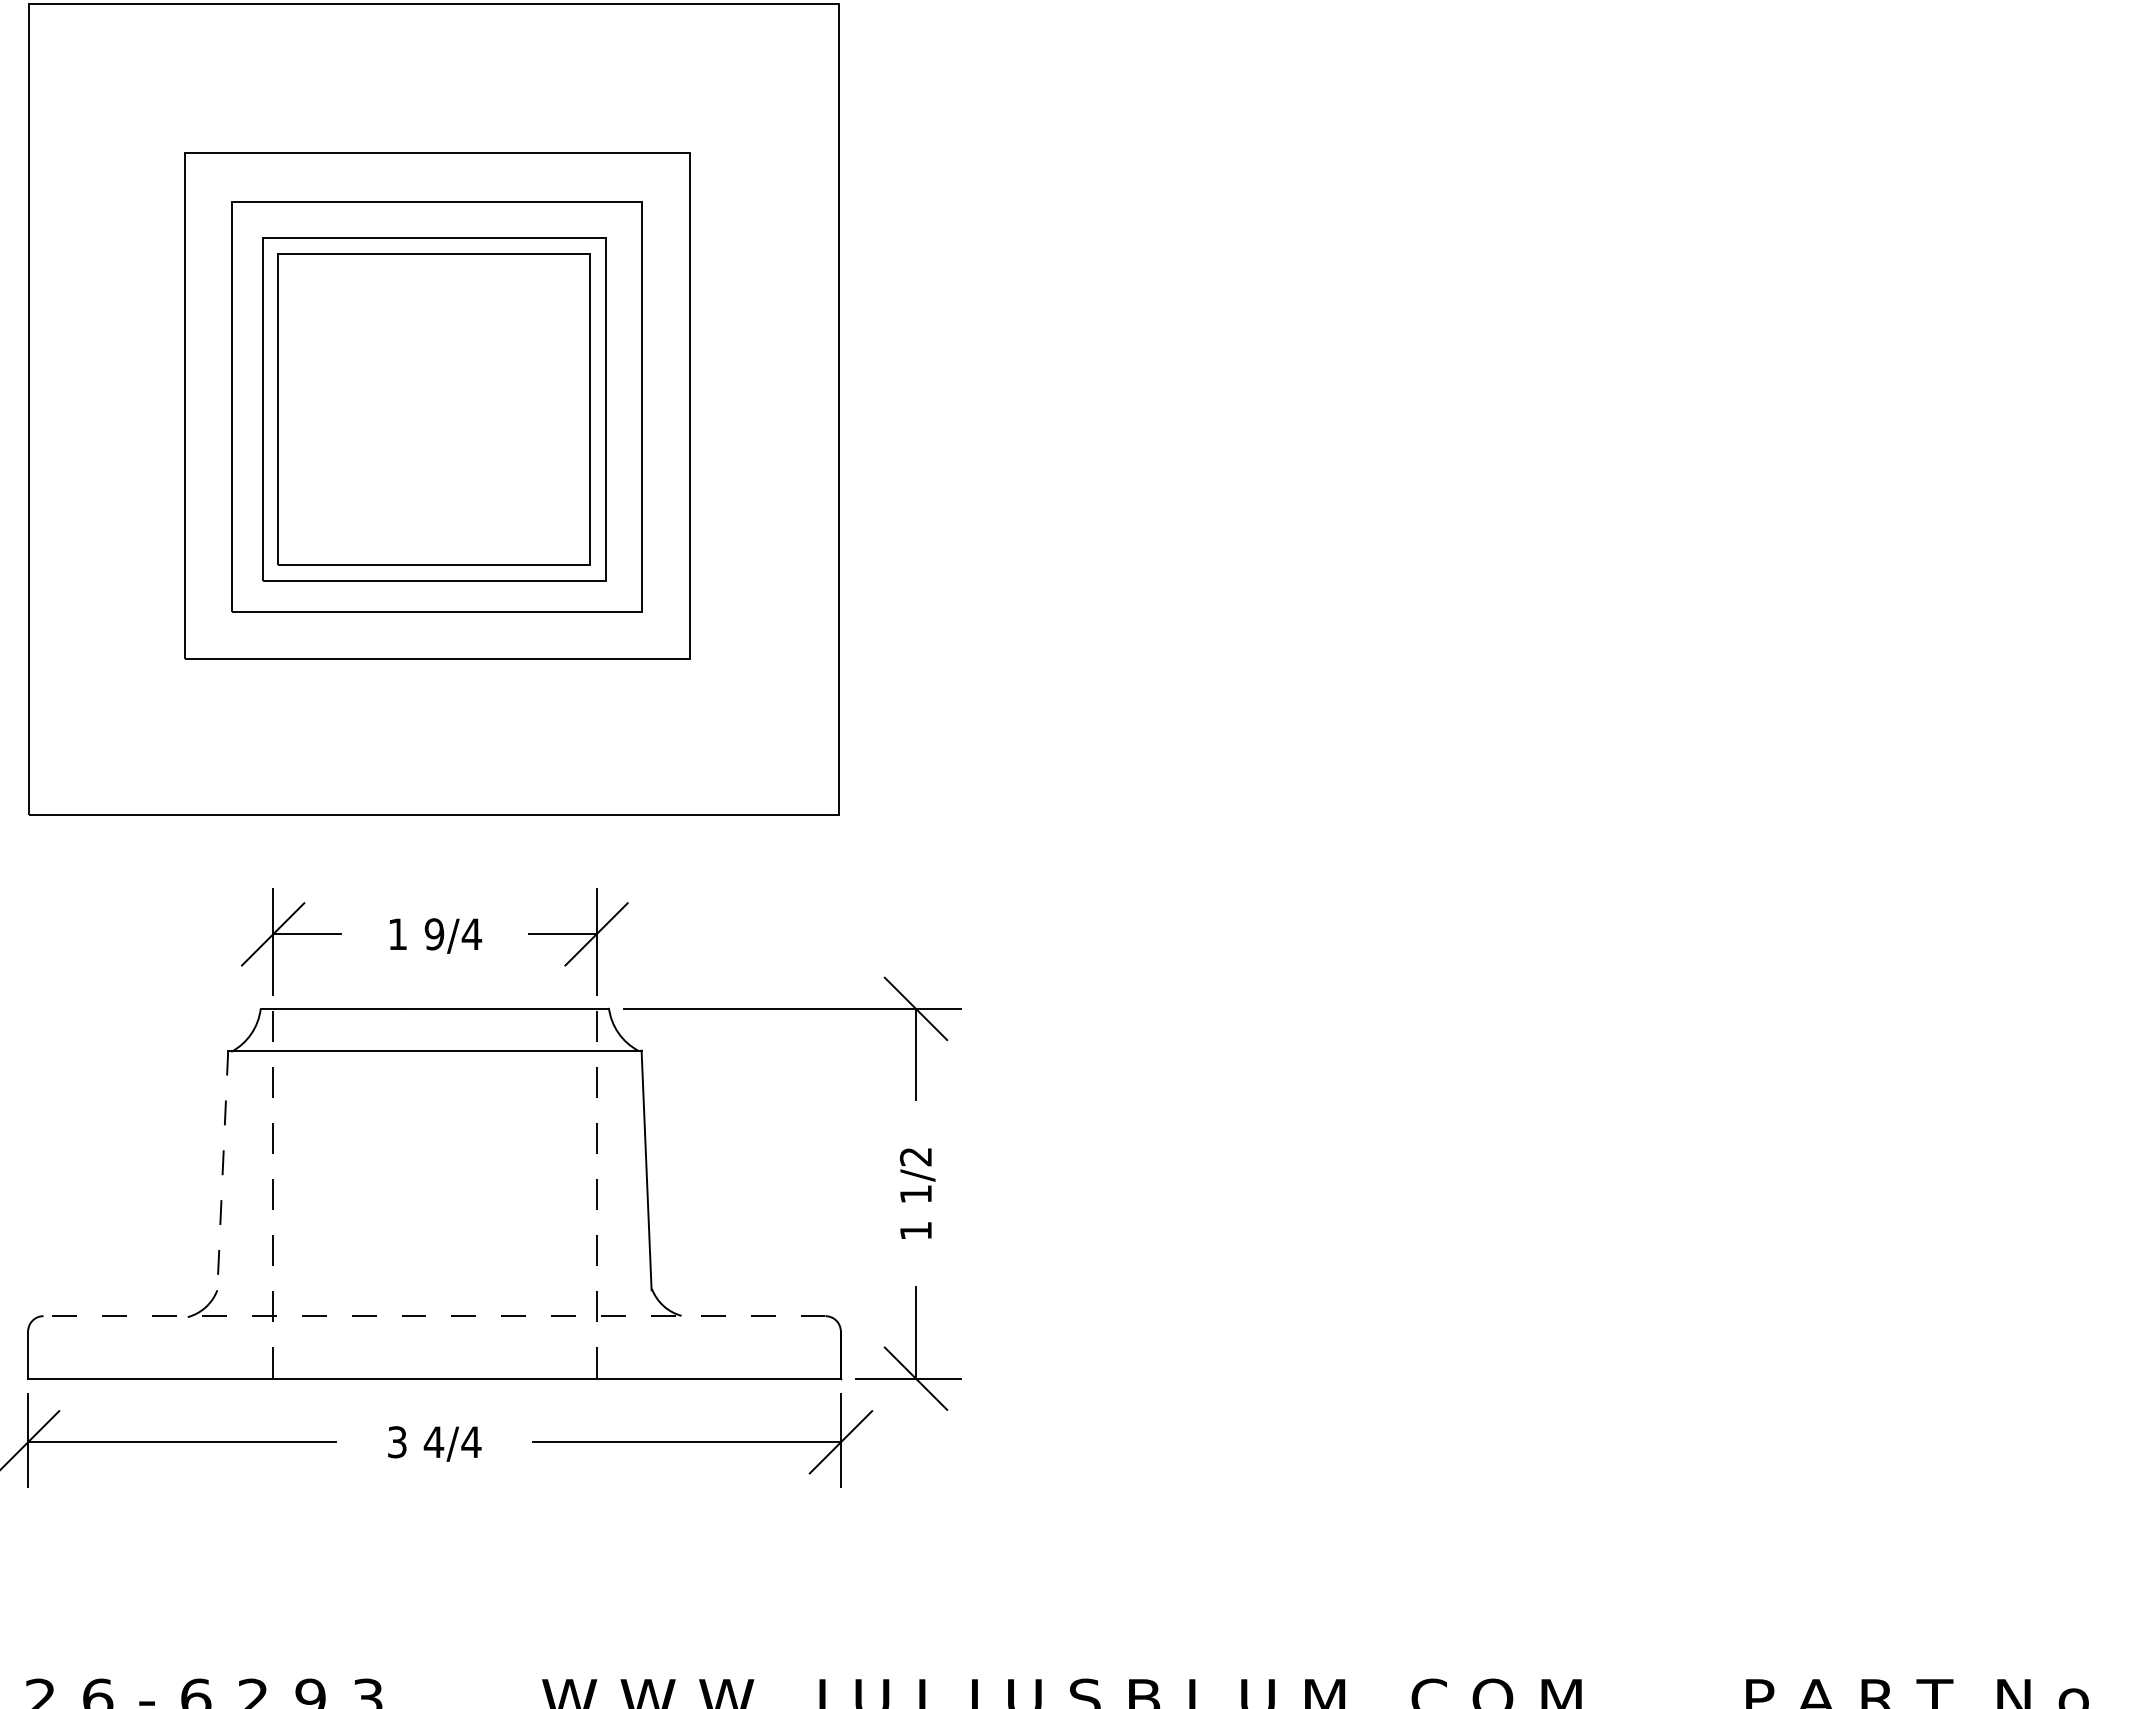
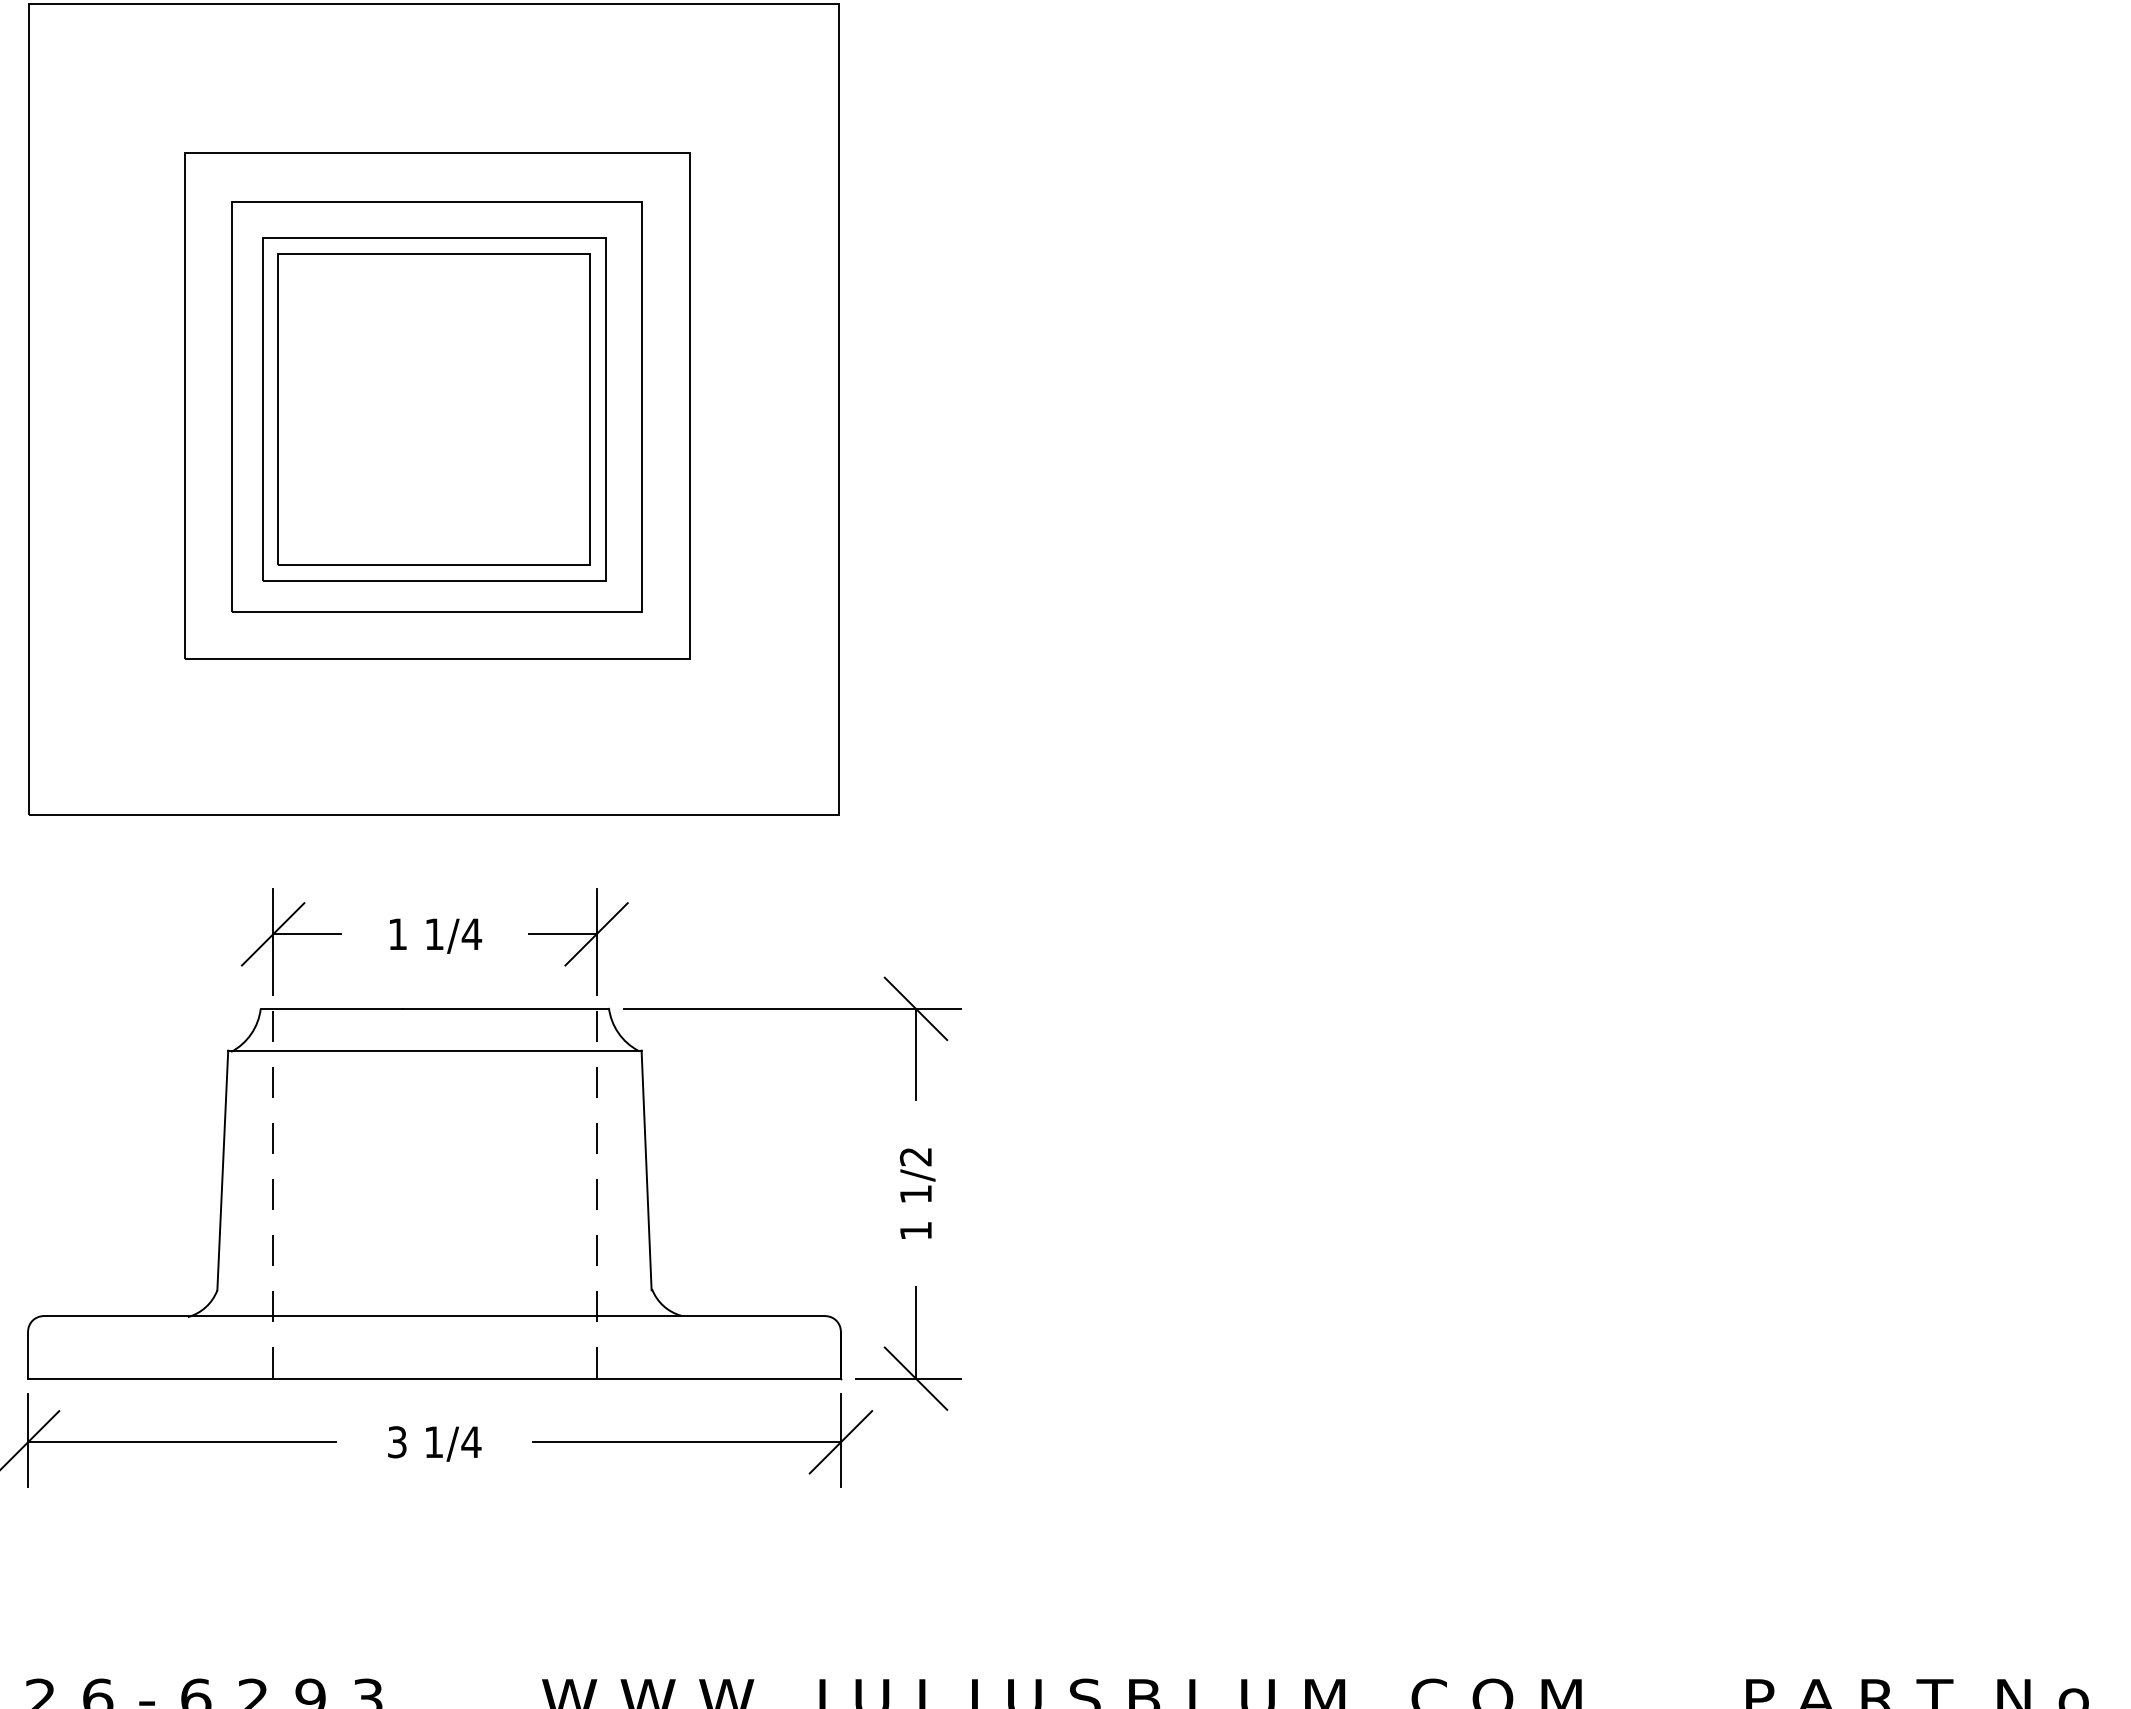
text at (434, 934): 9/4 -> 1/4
line at (222, 1170): dashed -> solid
line at (434, 1316): dashed -> solid
text at (433, 1441): 4/4 -> 1/4
